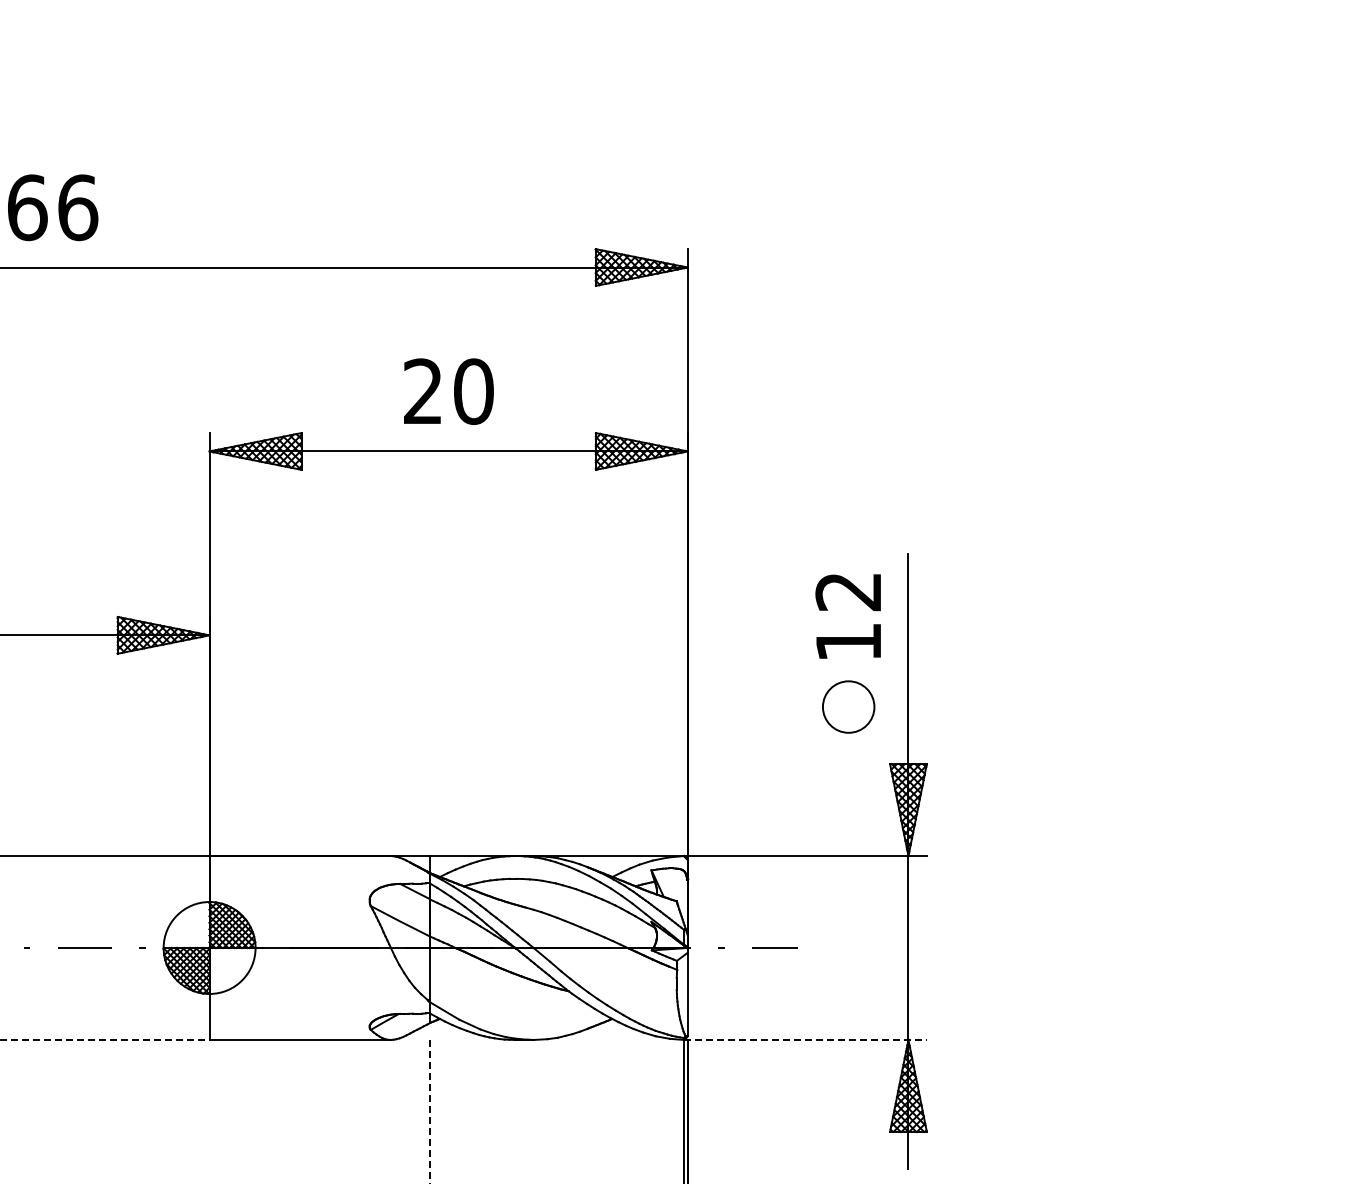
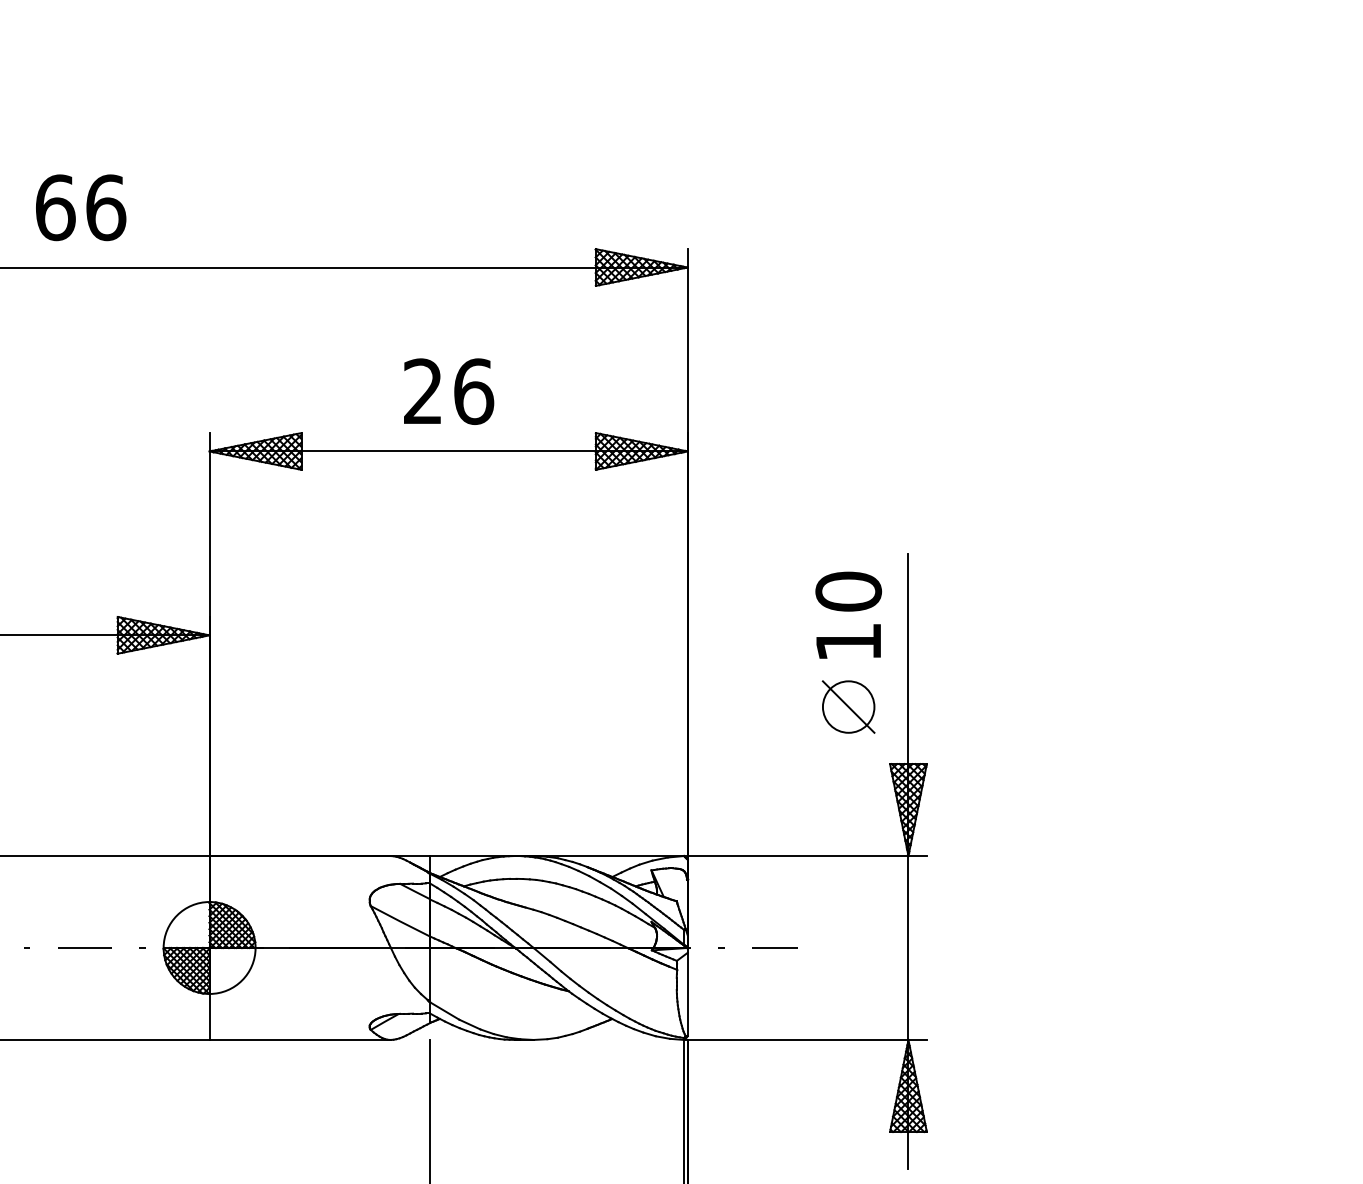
text at (53, 207) position: (53, 207) -> (81, 207)
text at (474, 391): 20 -> 26
text at (848, 591): 12 -> 10
line at (848, 706): none -> present
line at (105, 1039): dashed -> solid
line at (805, 1039): dashed -> solid
line at (430, 1111): dashed -> solid
